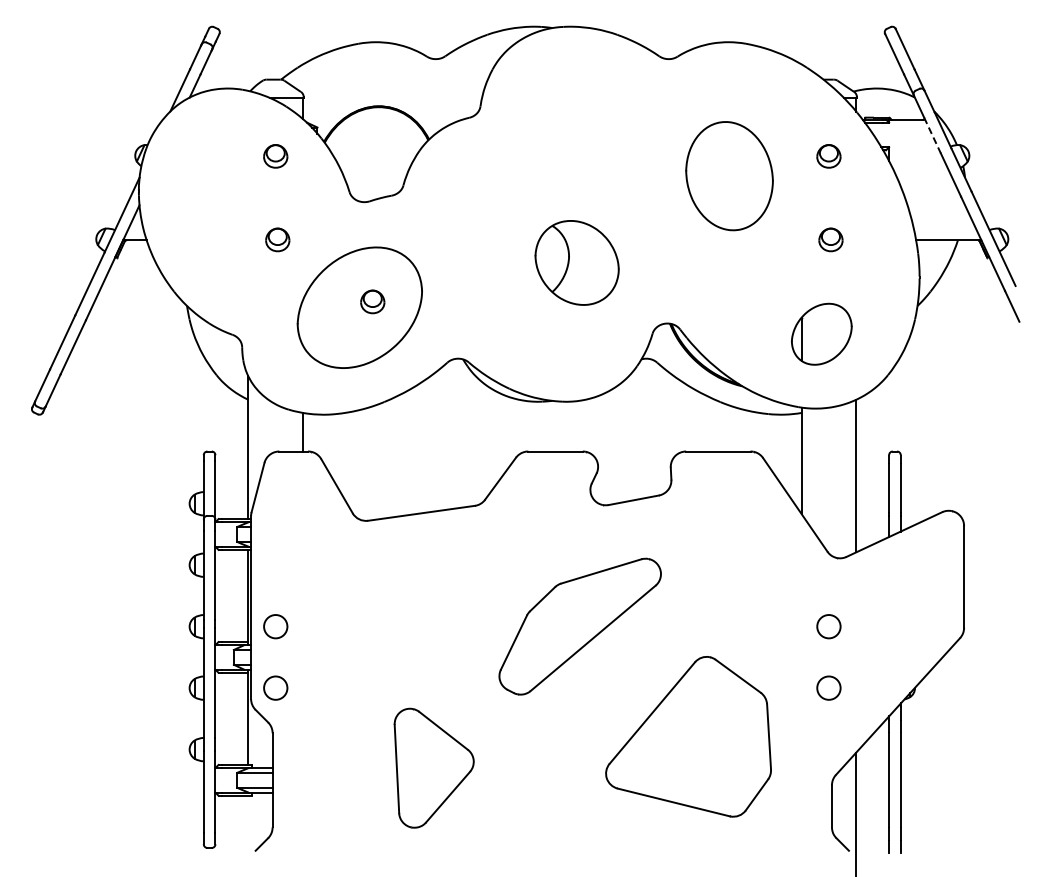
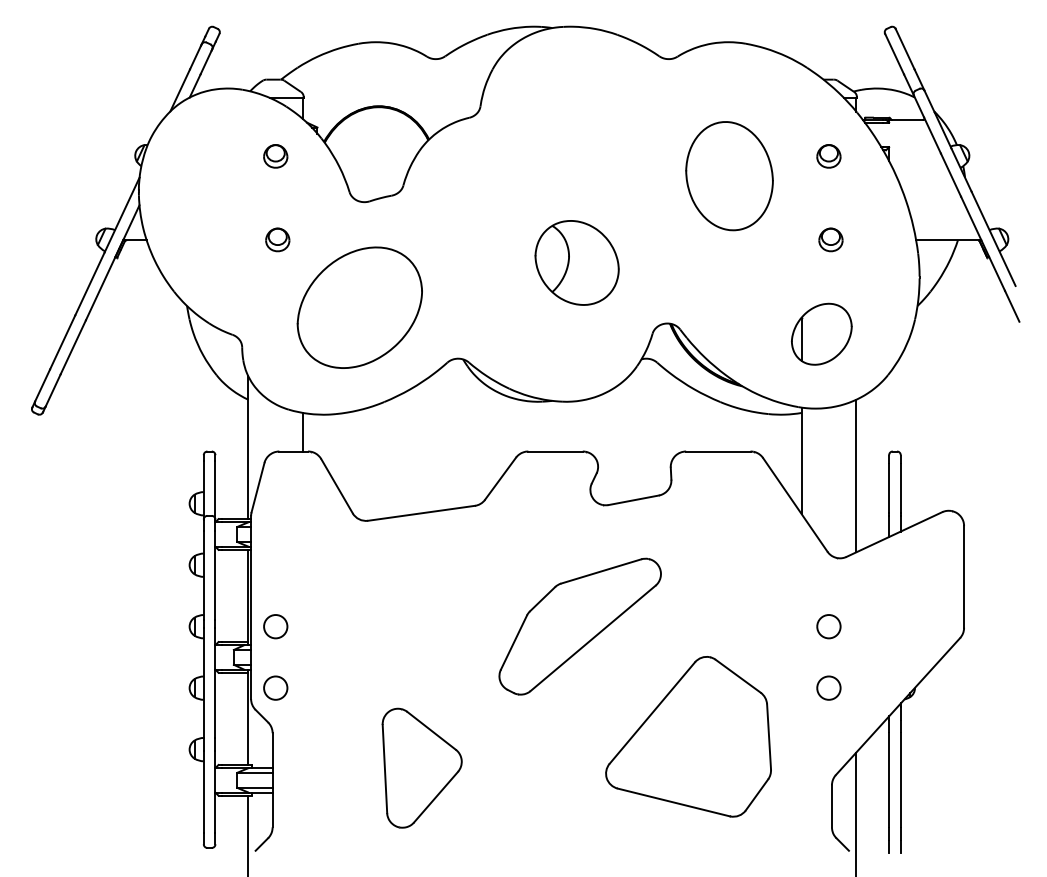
line at (932, 135): dashed -> solid
part at (372, 301): present -> none
part at (433, 767) position: (433, 767) -> (421, 767)
line at (248, 834): none -> present
